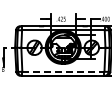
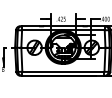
line at (63, 71): dashed -> solid
